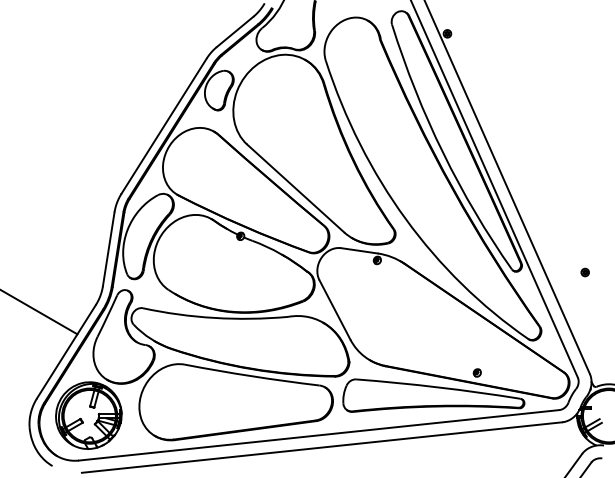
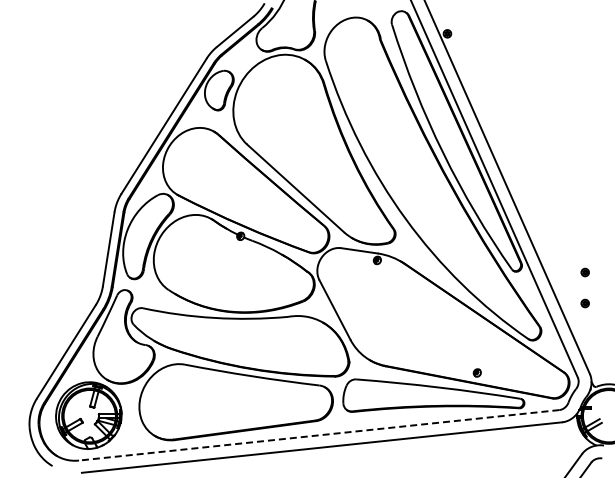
part at (584, 303): none -> present
line at (39, 312): present -> none
line at (318, 435): solid -> dashed
